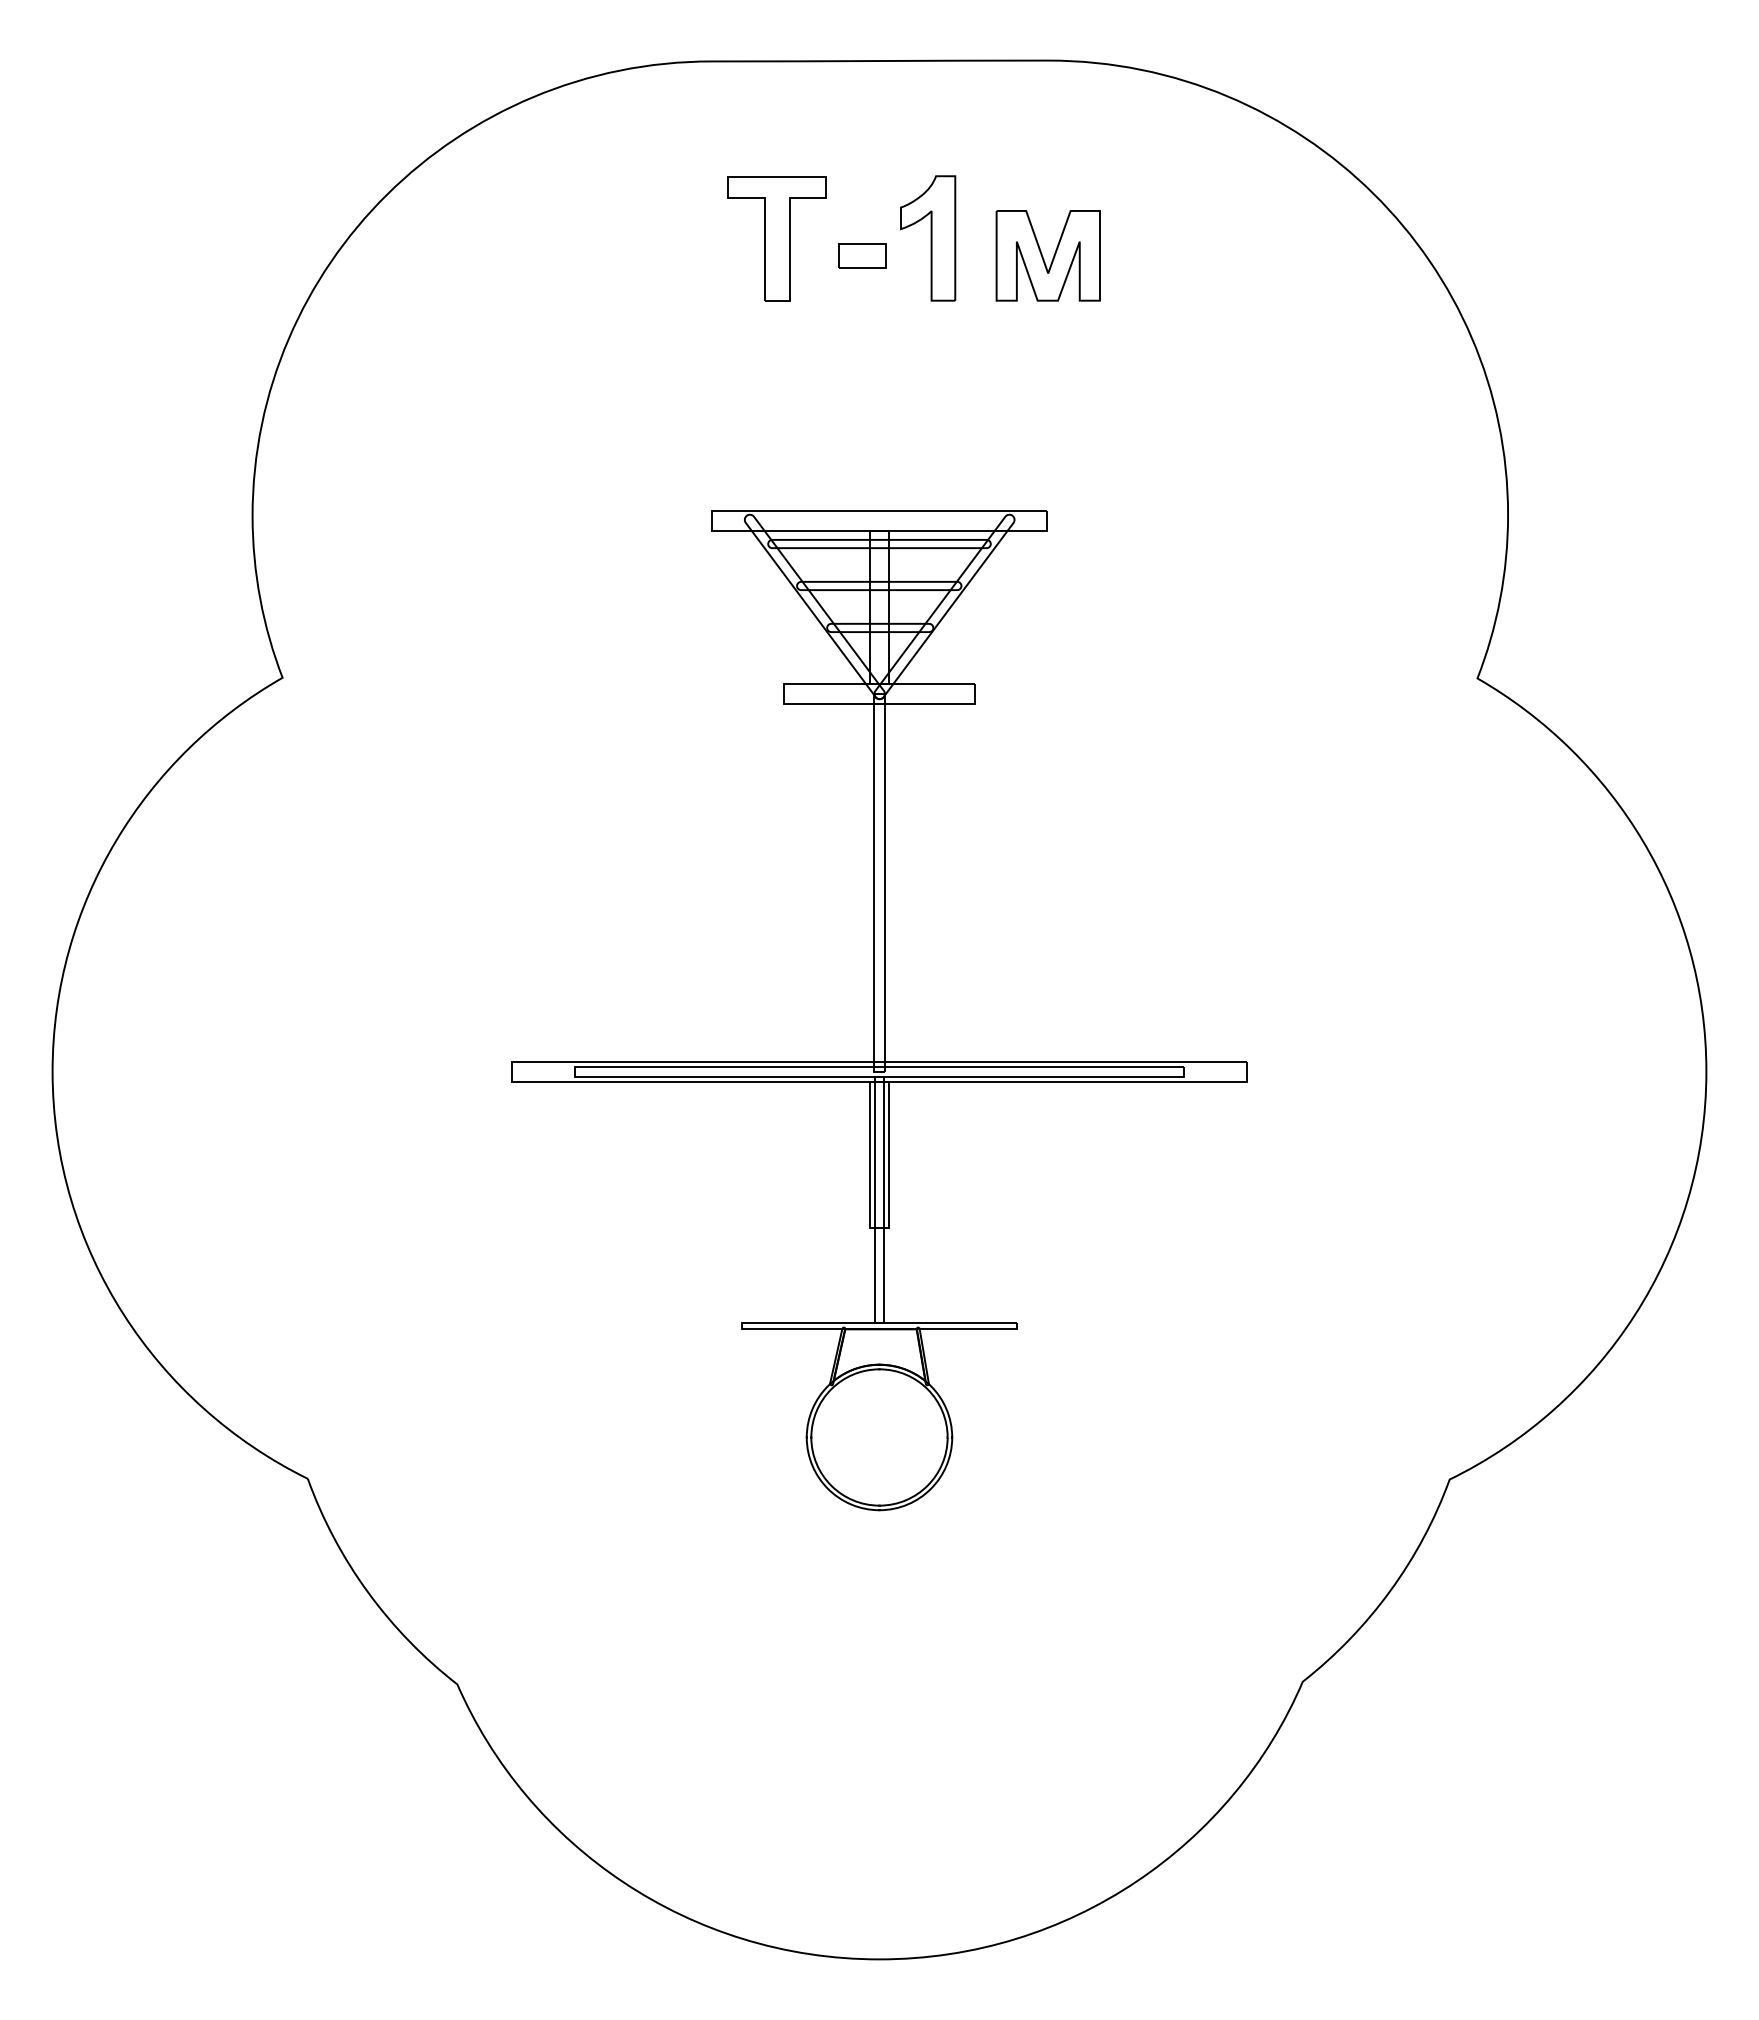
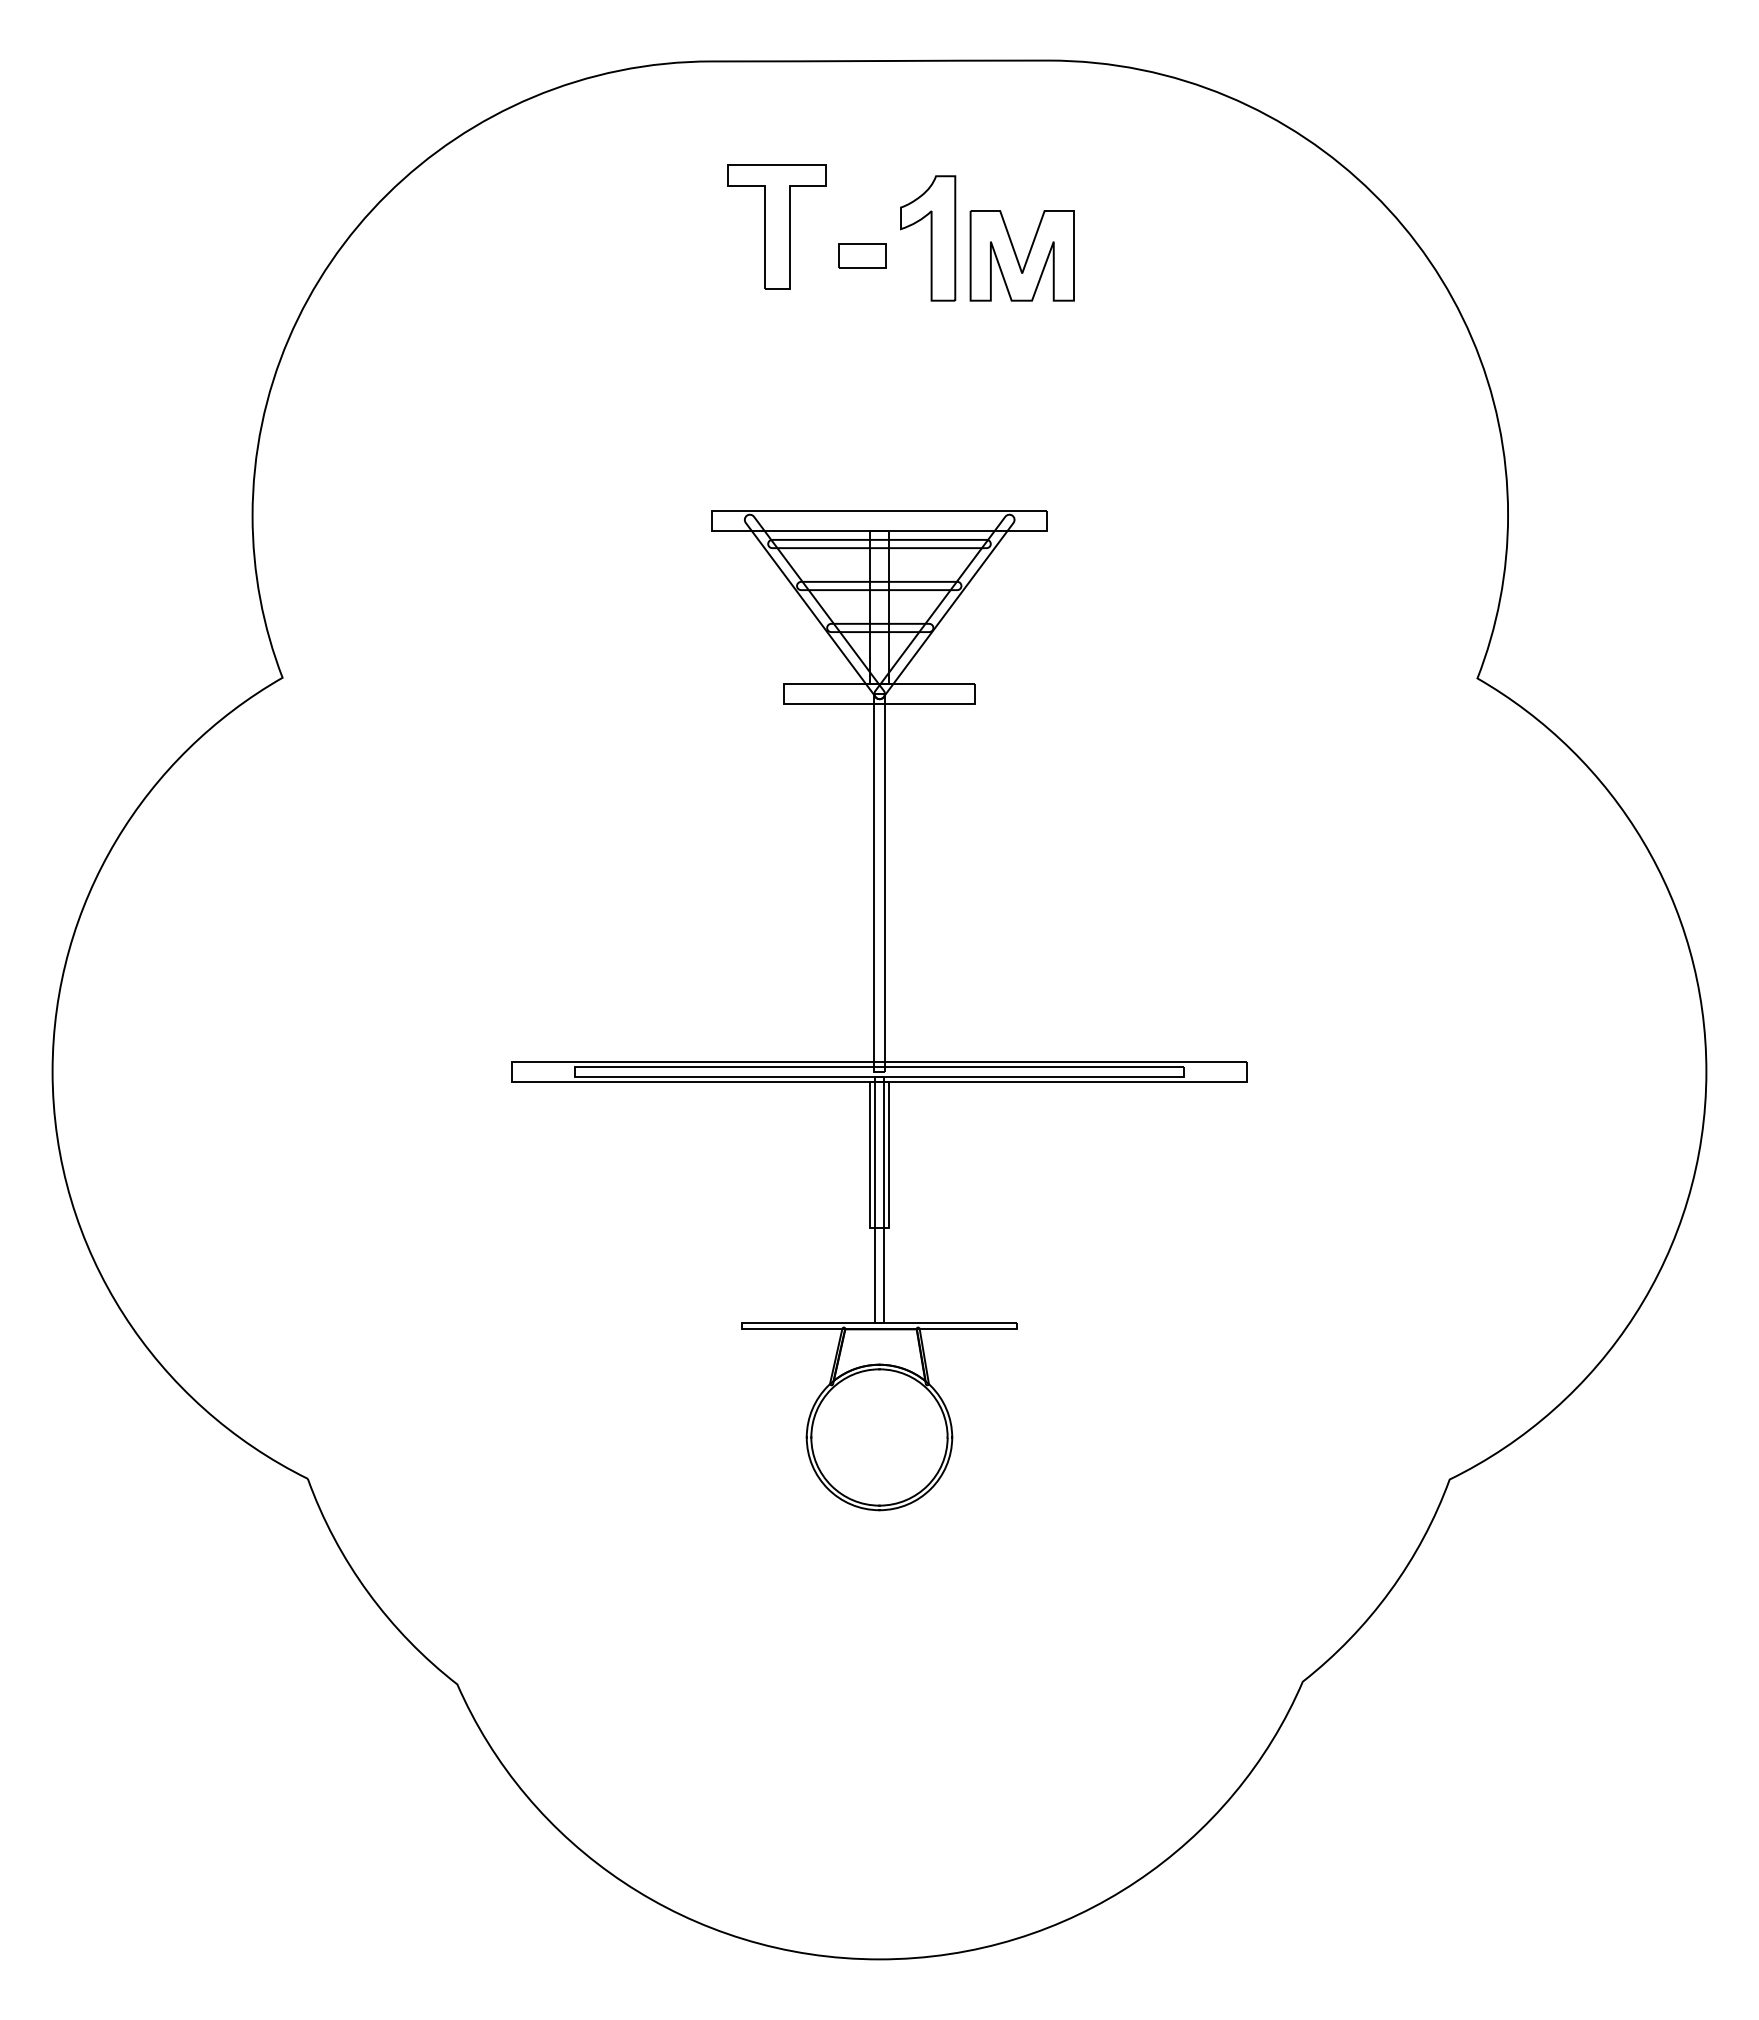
part at (776, 238) position: (776, 238) -> (776, 226)
part at (1047, 255) position: (1047, 255) -> (1021, 255)
